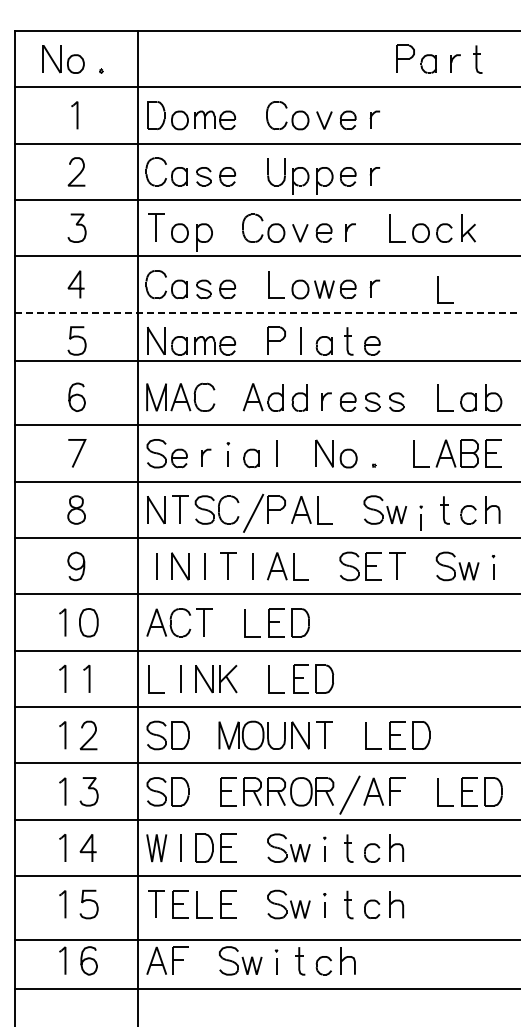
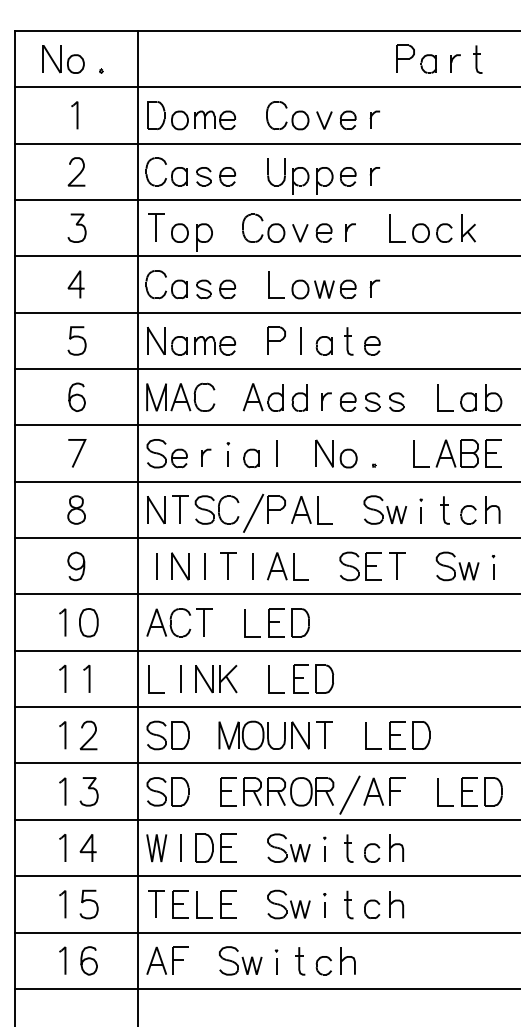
line at (438, 289): present -> none
line at (268, 312): dashed -> solid
line at (266, 360) position: (266, 360) -> (266, 368)
part at (420, 517) position: (420, 517) -> (420, 510)
line at (266, 939) position: (266, 939) -> (266, 932)
